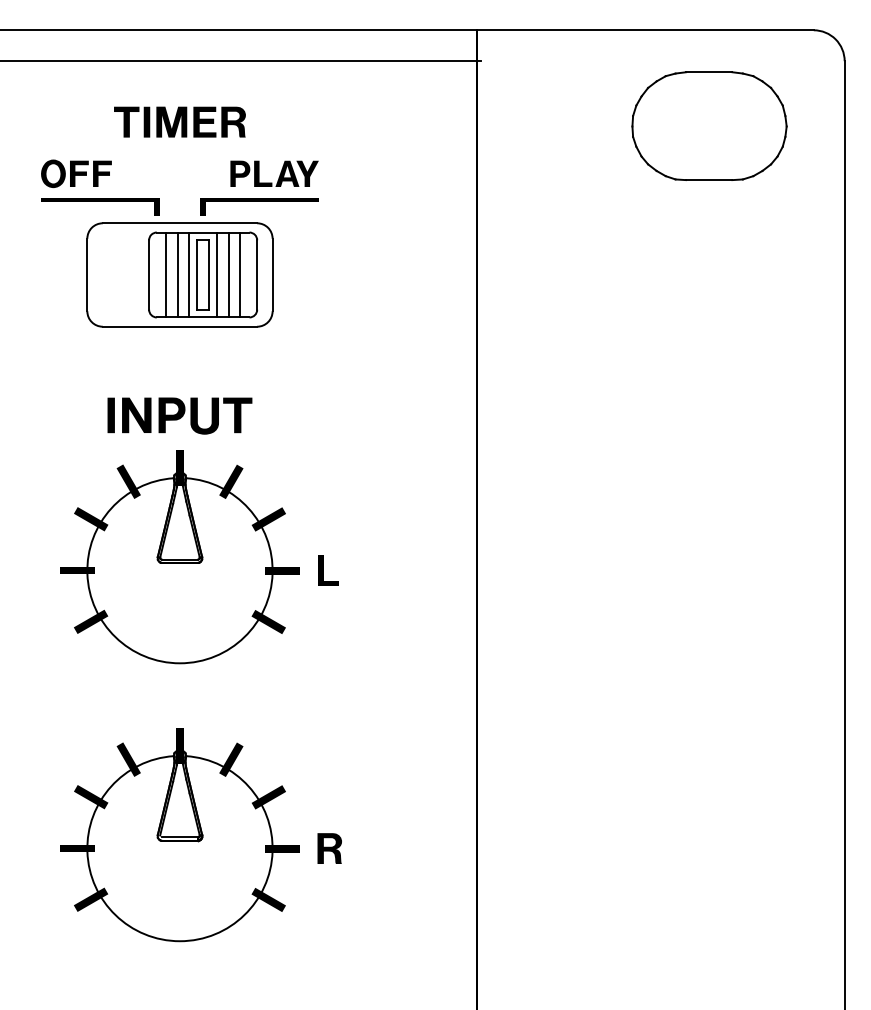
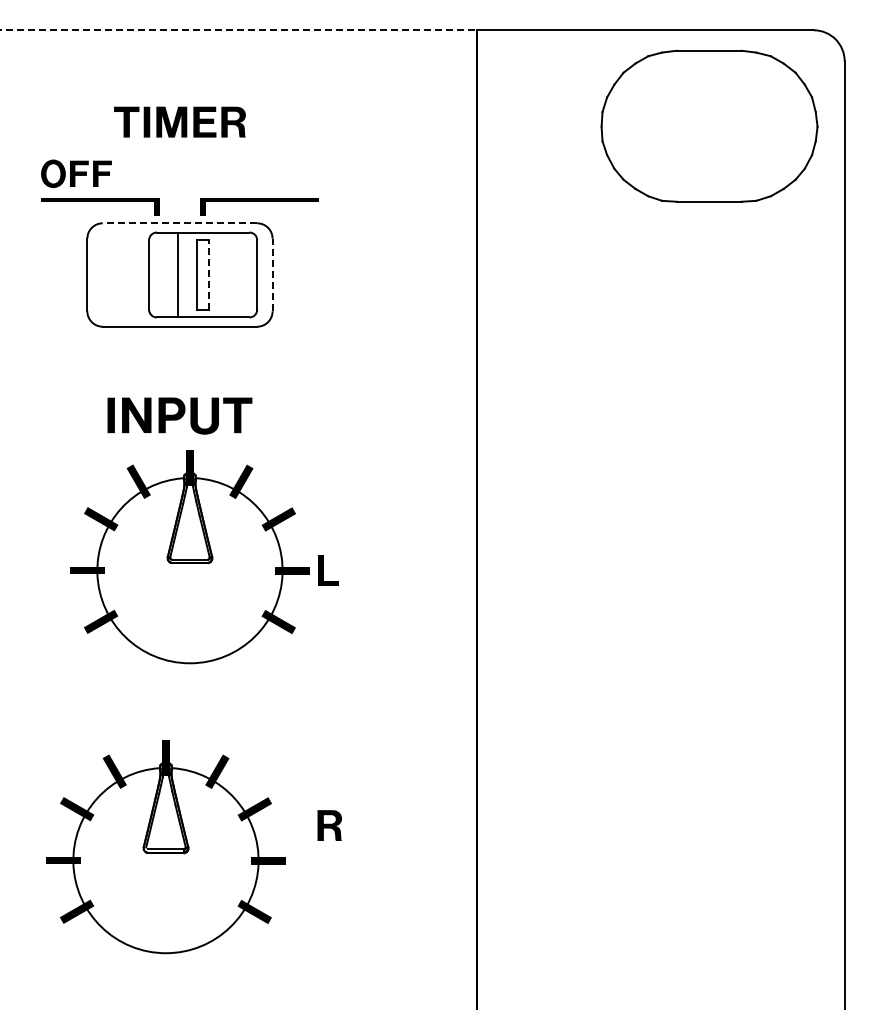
line at (239, 30): solid -> dashed
line at (241, 61): present -> none
part at (709, 125) size: 157x110 px -> 219x154 px
part at (274, 173): present -> none
line at (179, 223): solid -> dashed
line at (166, 274): present -> none
line at (189, 274): present -> none
line at (217, 274): present -> none
line at (228, 274): present -> none
line at (240, 274): present -> none
line at (272, 274): solid -> dashed
line at (209, 275): solid -> dashed
part at (179, 557) position: (179, 557) -> (189, 557)
part at (179, 835) position: (179, 835) -> (165, 847)
part at (329, 848) position: (329, 848) -> (329, 825)
